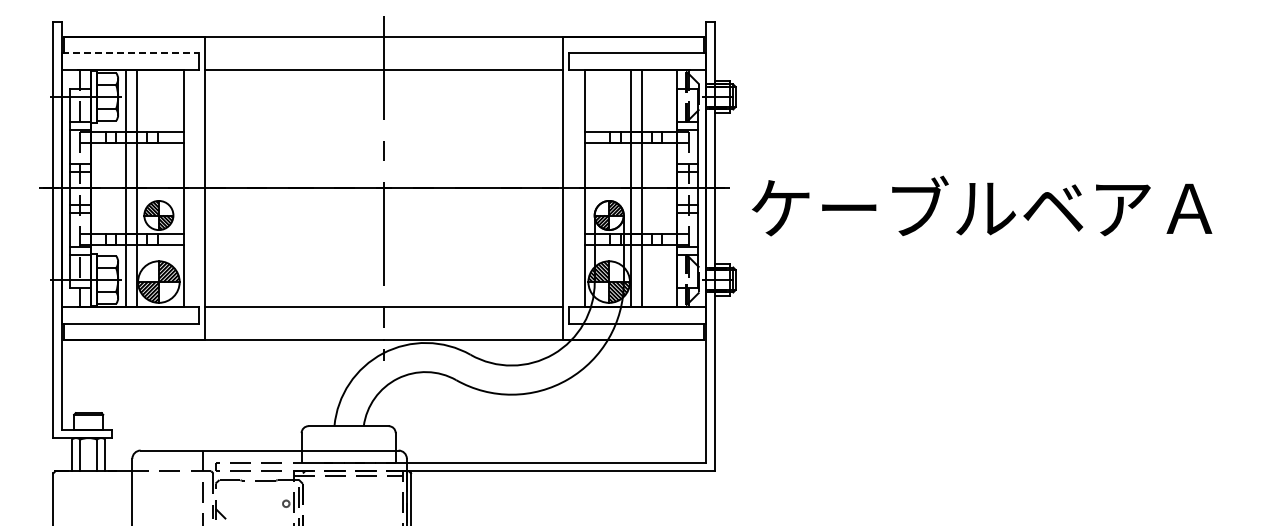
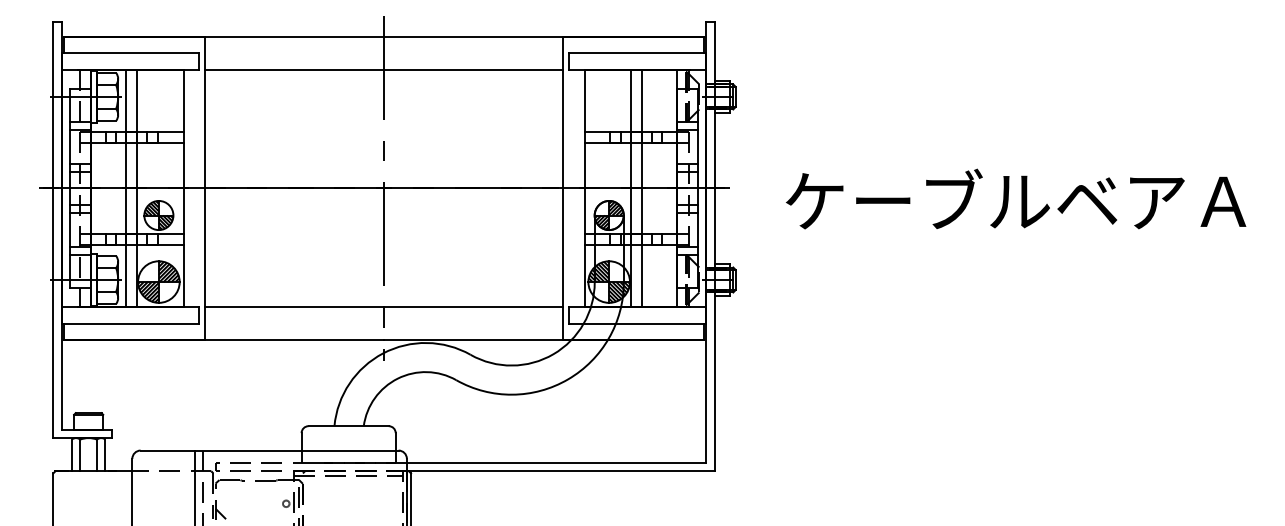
line at (130, 53): dashed -> solid
text at (982, 205) position: (982, 205) -> (1016, 198)
line at (194, 486): none -> present
